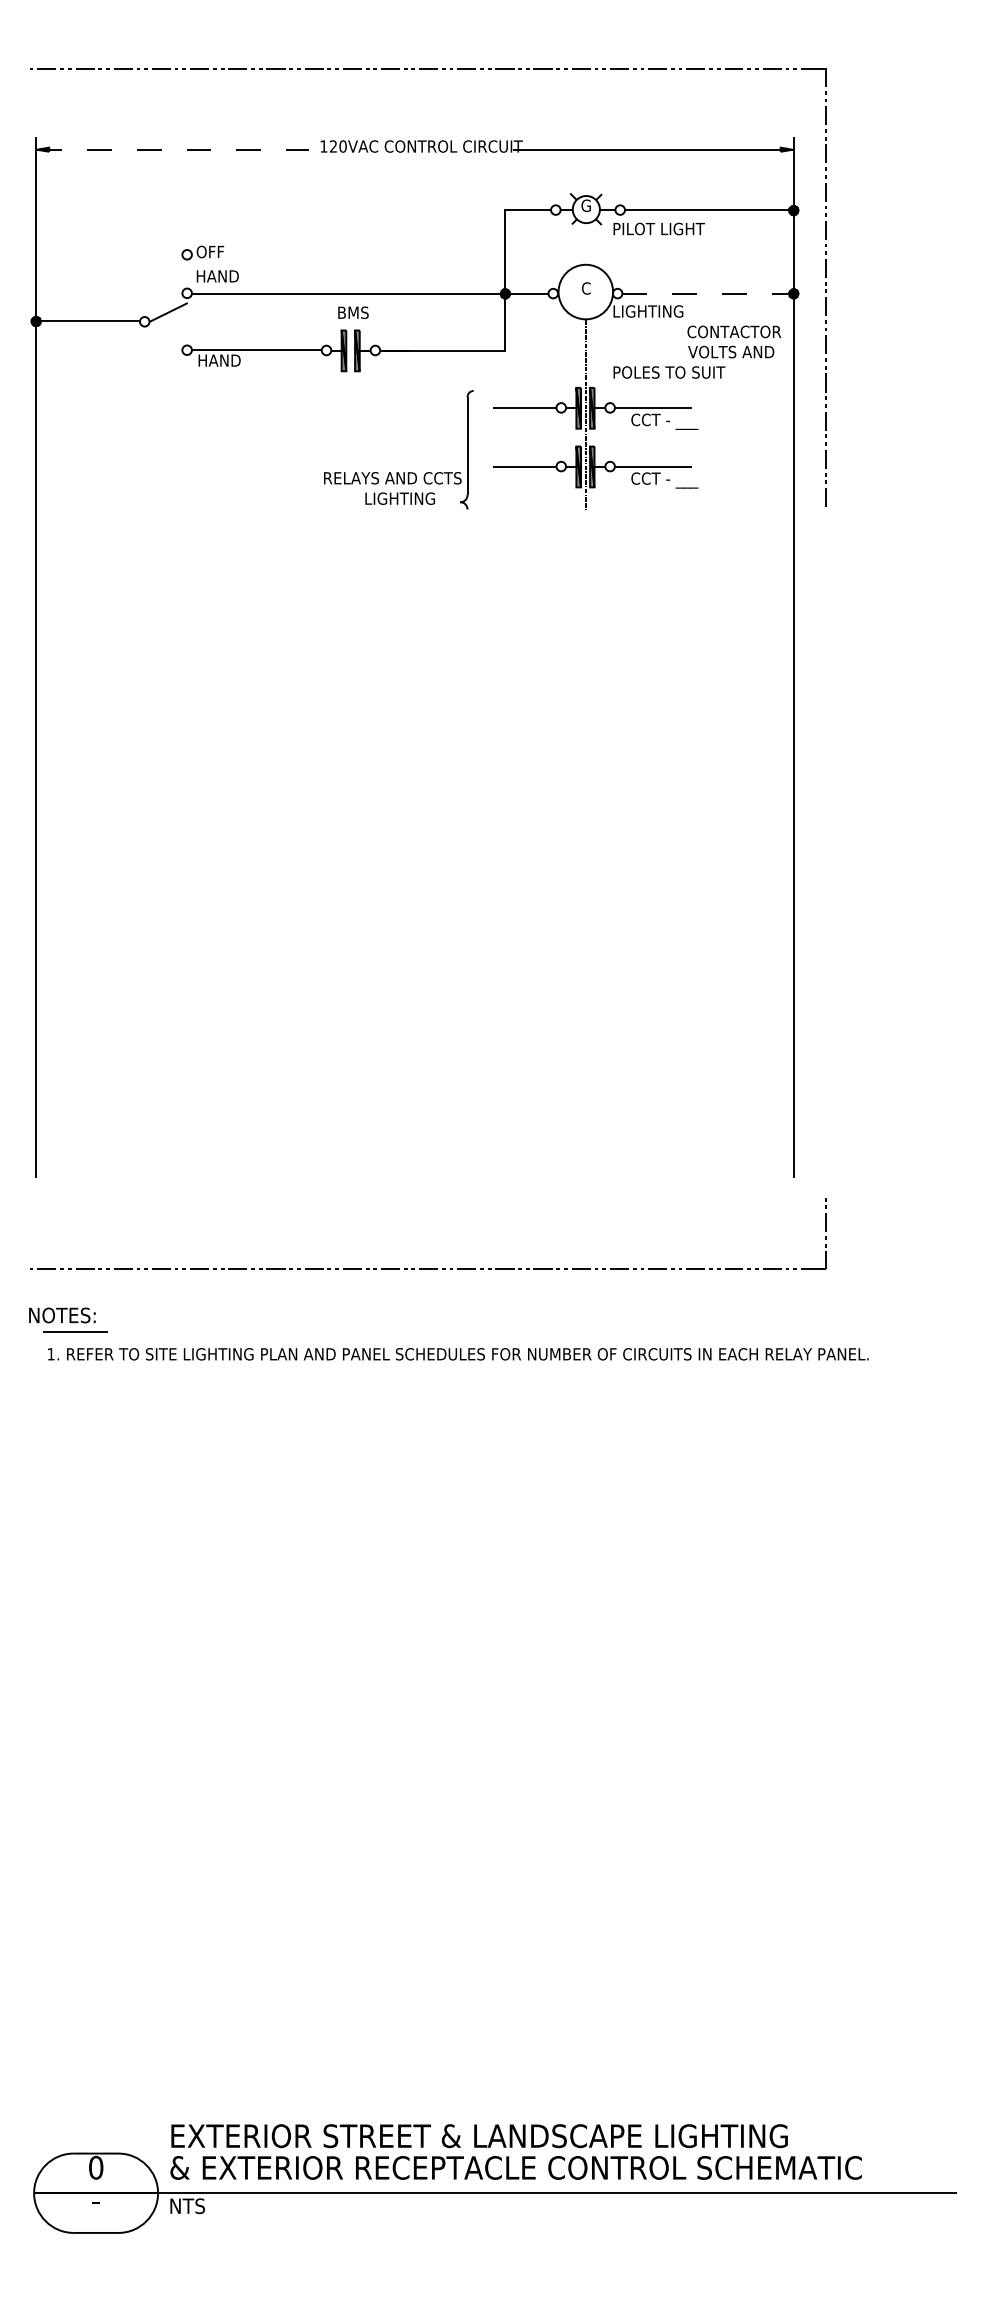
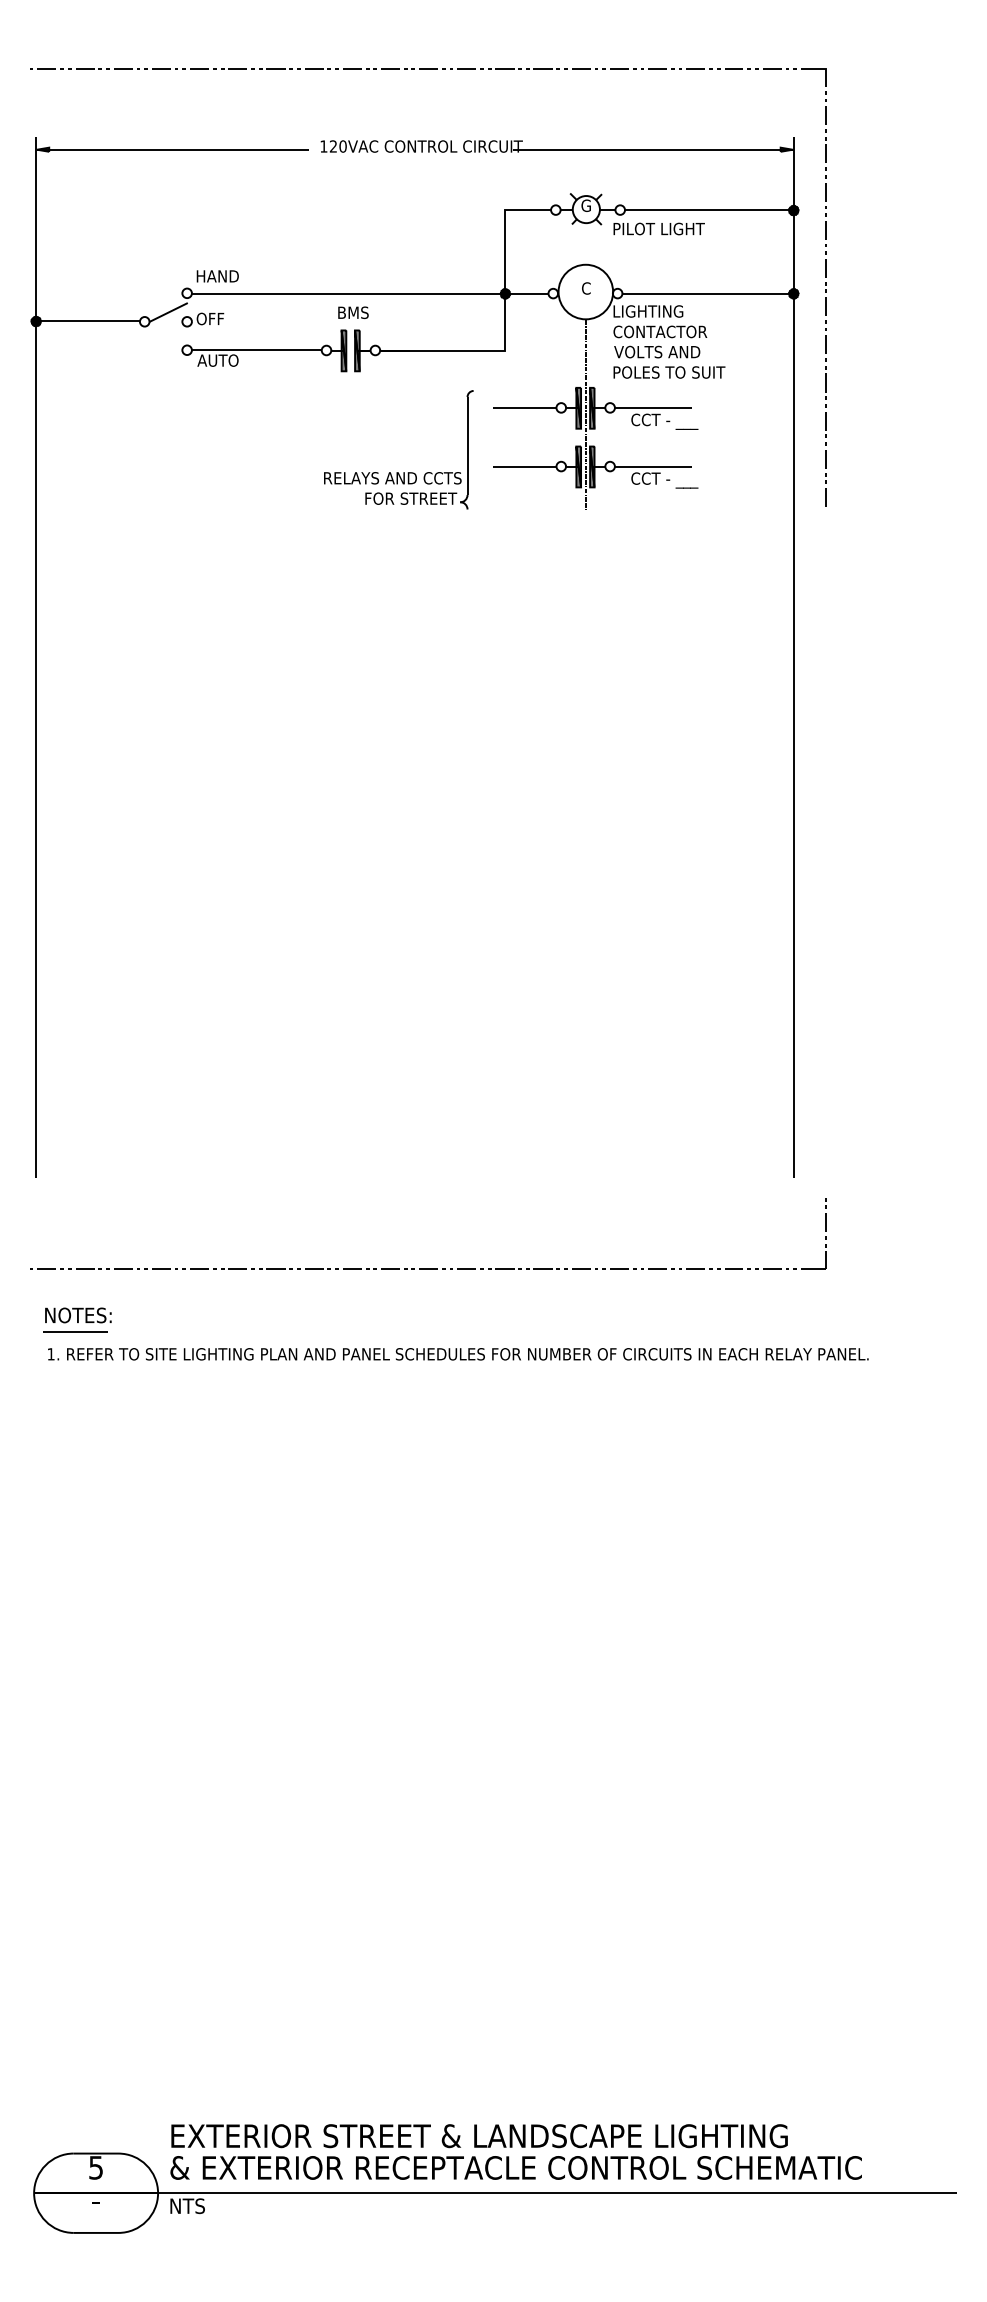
line at (173, 149): dashed -> solid
part at (202, 252) position: (202, 252) -> (202, 319)
line at (708, 293): dashed -> solid
text at (734, 341) position: (734, 341) -> (660, 341)
text at (218, 360): HAND -> AUTO
text at (411, 498): LIGHTING -> FOR STREET
text at (62, 1315) position: (62, 1315) -> (78, 1315)
text at (96, 2167): 0 -> 5
